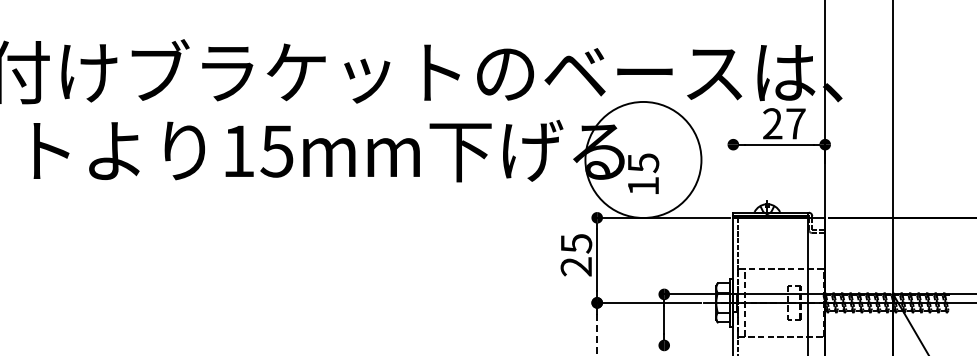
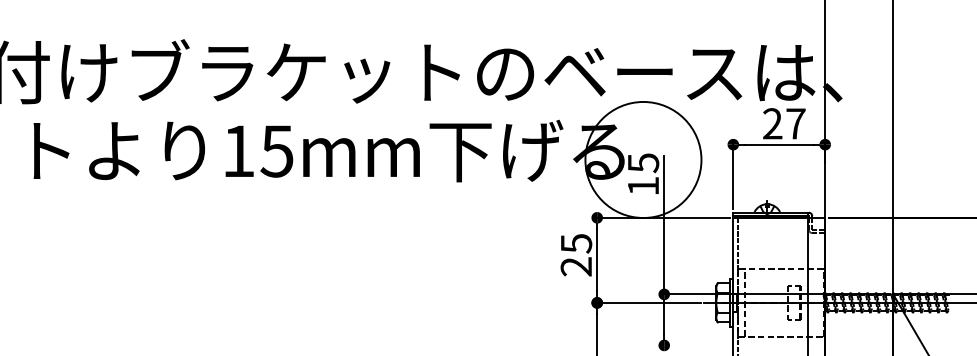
line at (733, 175): none -> present
line at (664, 225): none -> present
line at (597, 335): dashed -> solid
